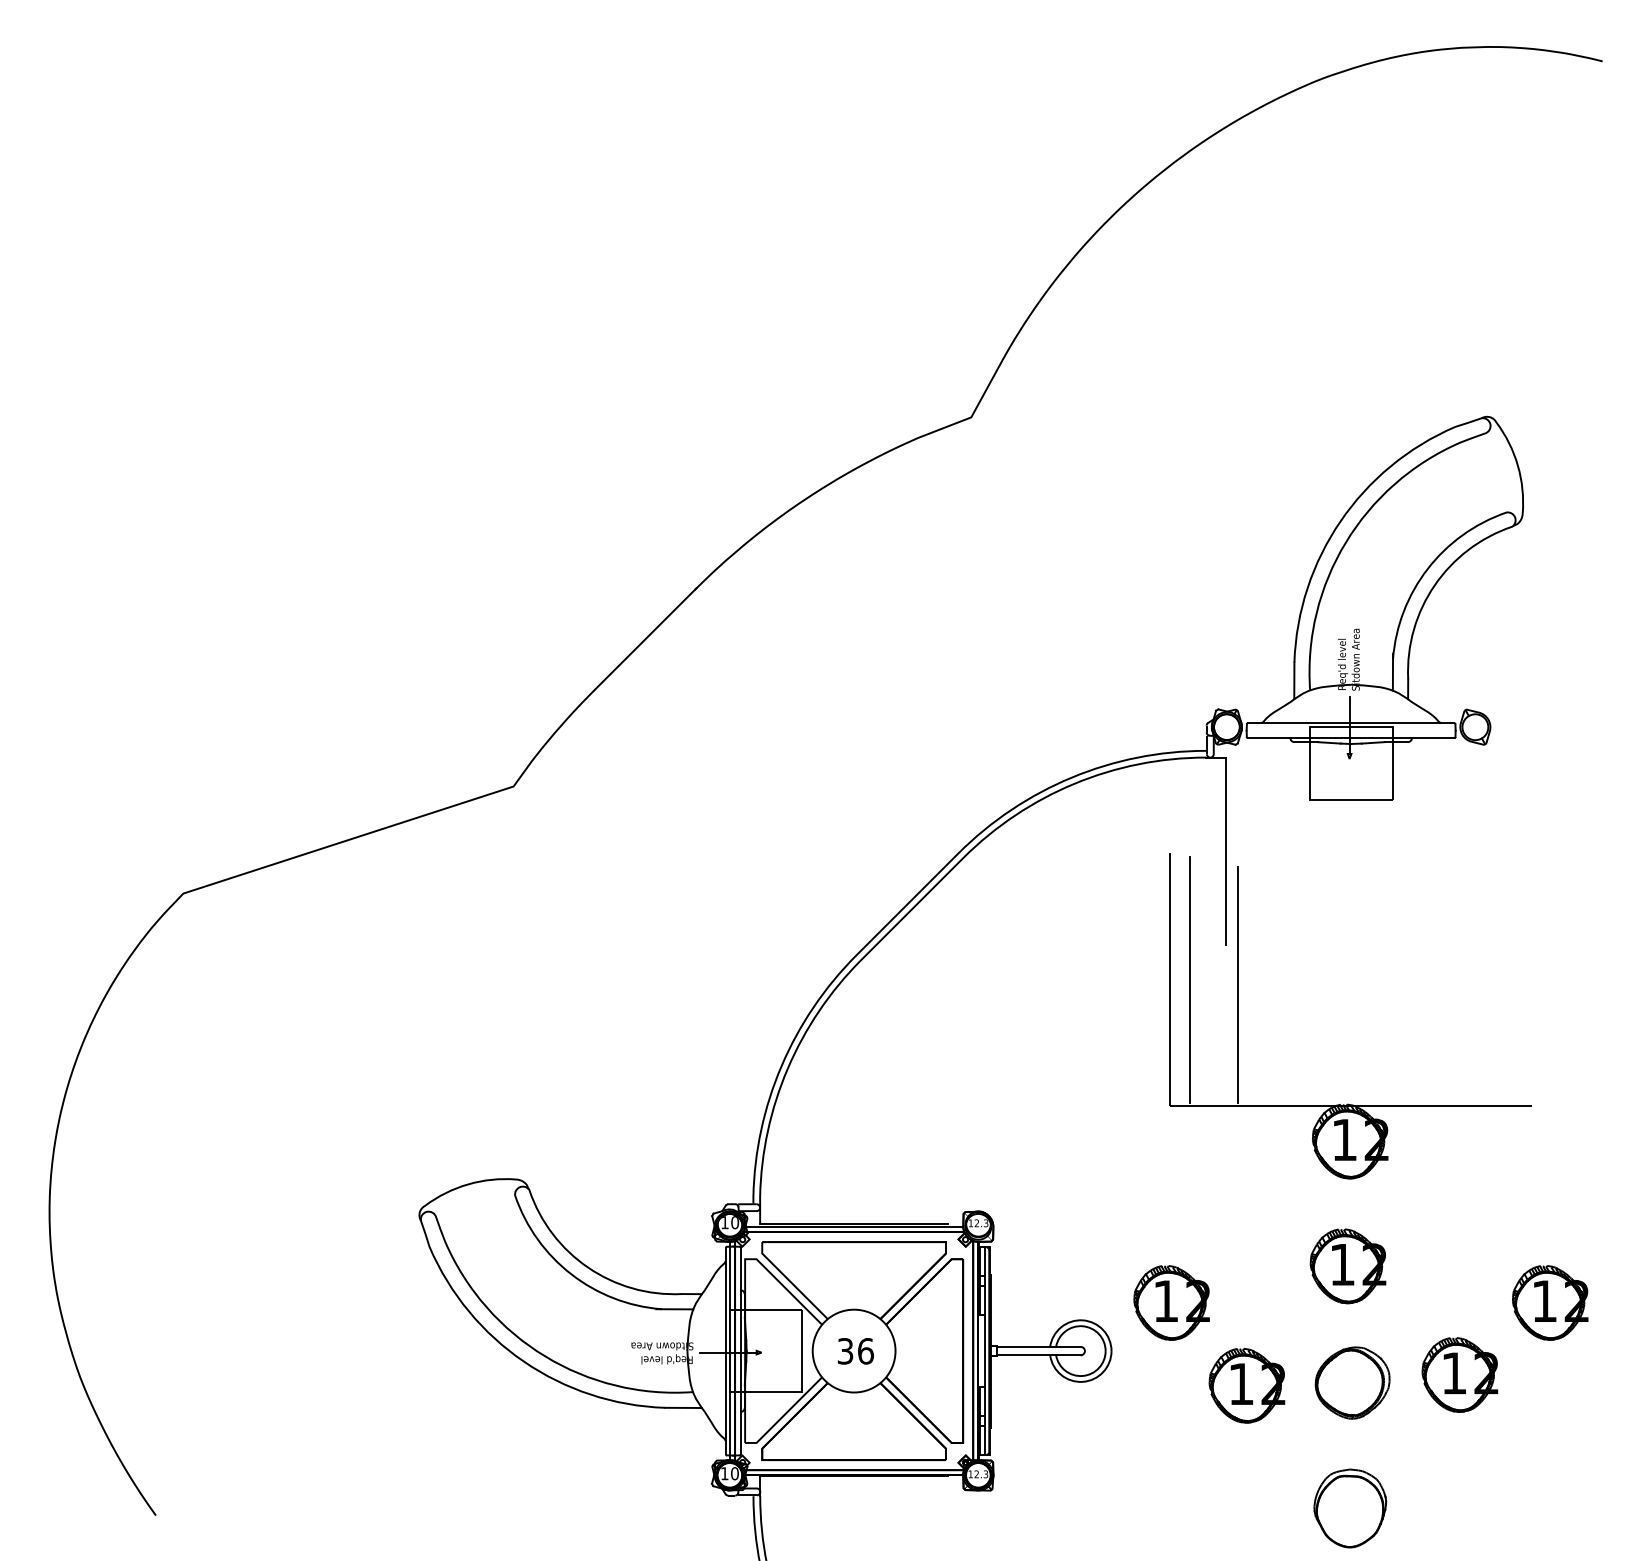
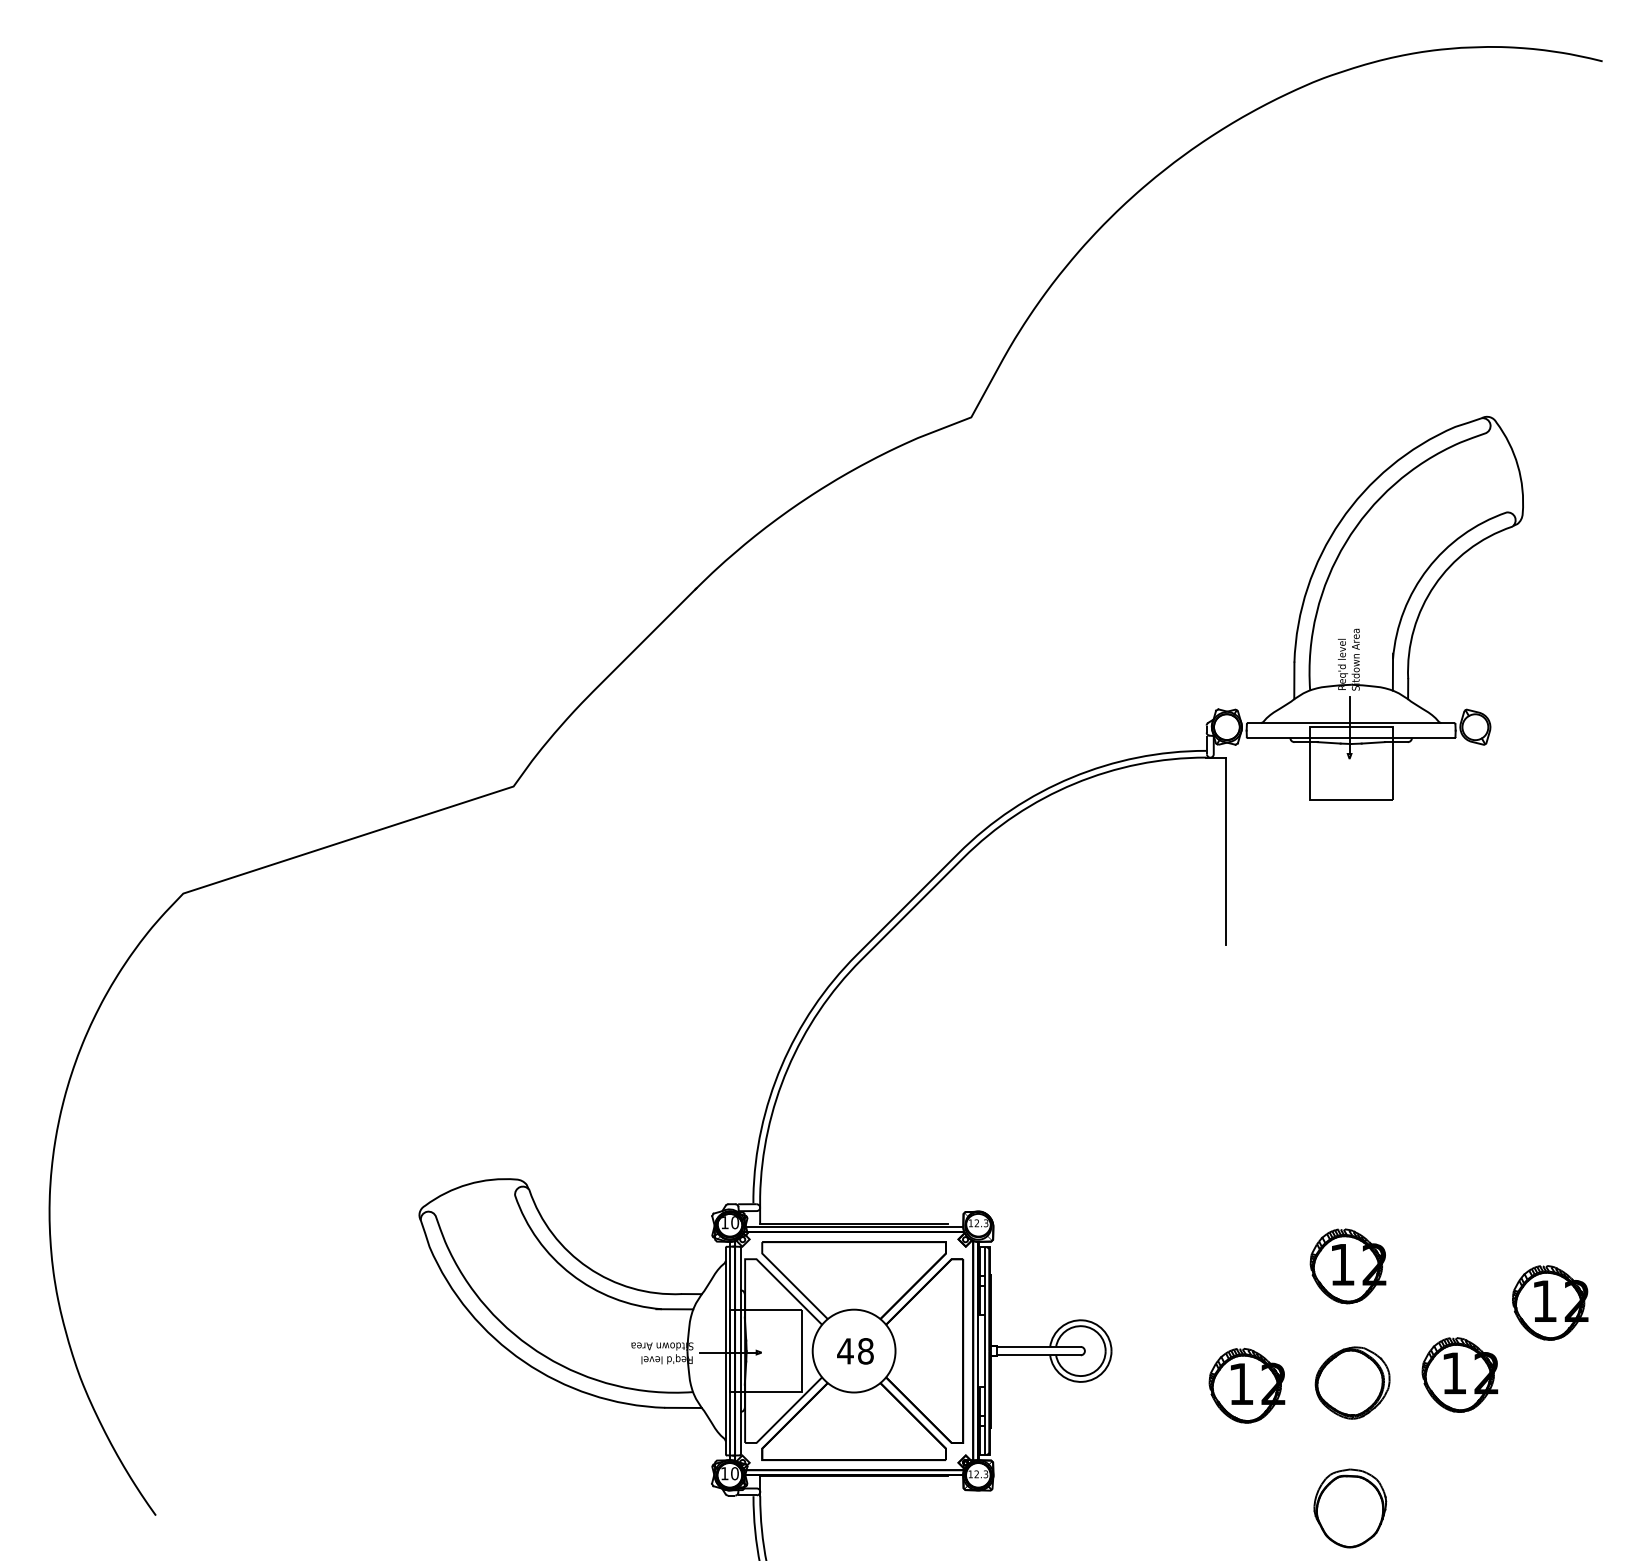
part at (1348, 1103): present -> none
part at (1171, 1302): present -> none
text at (855, 1351): 36 -> 48
